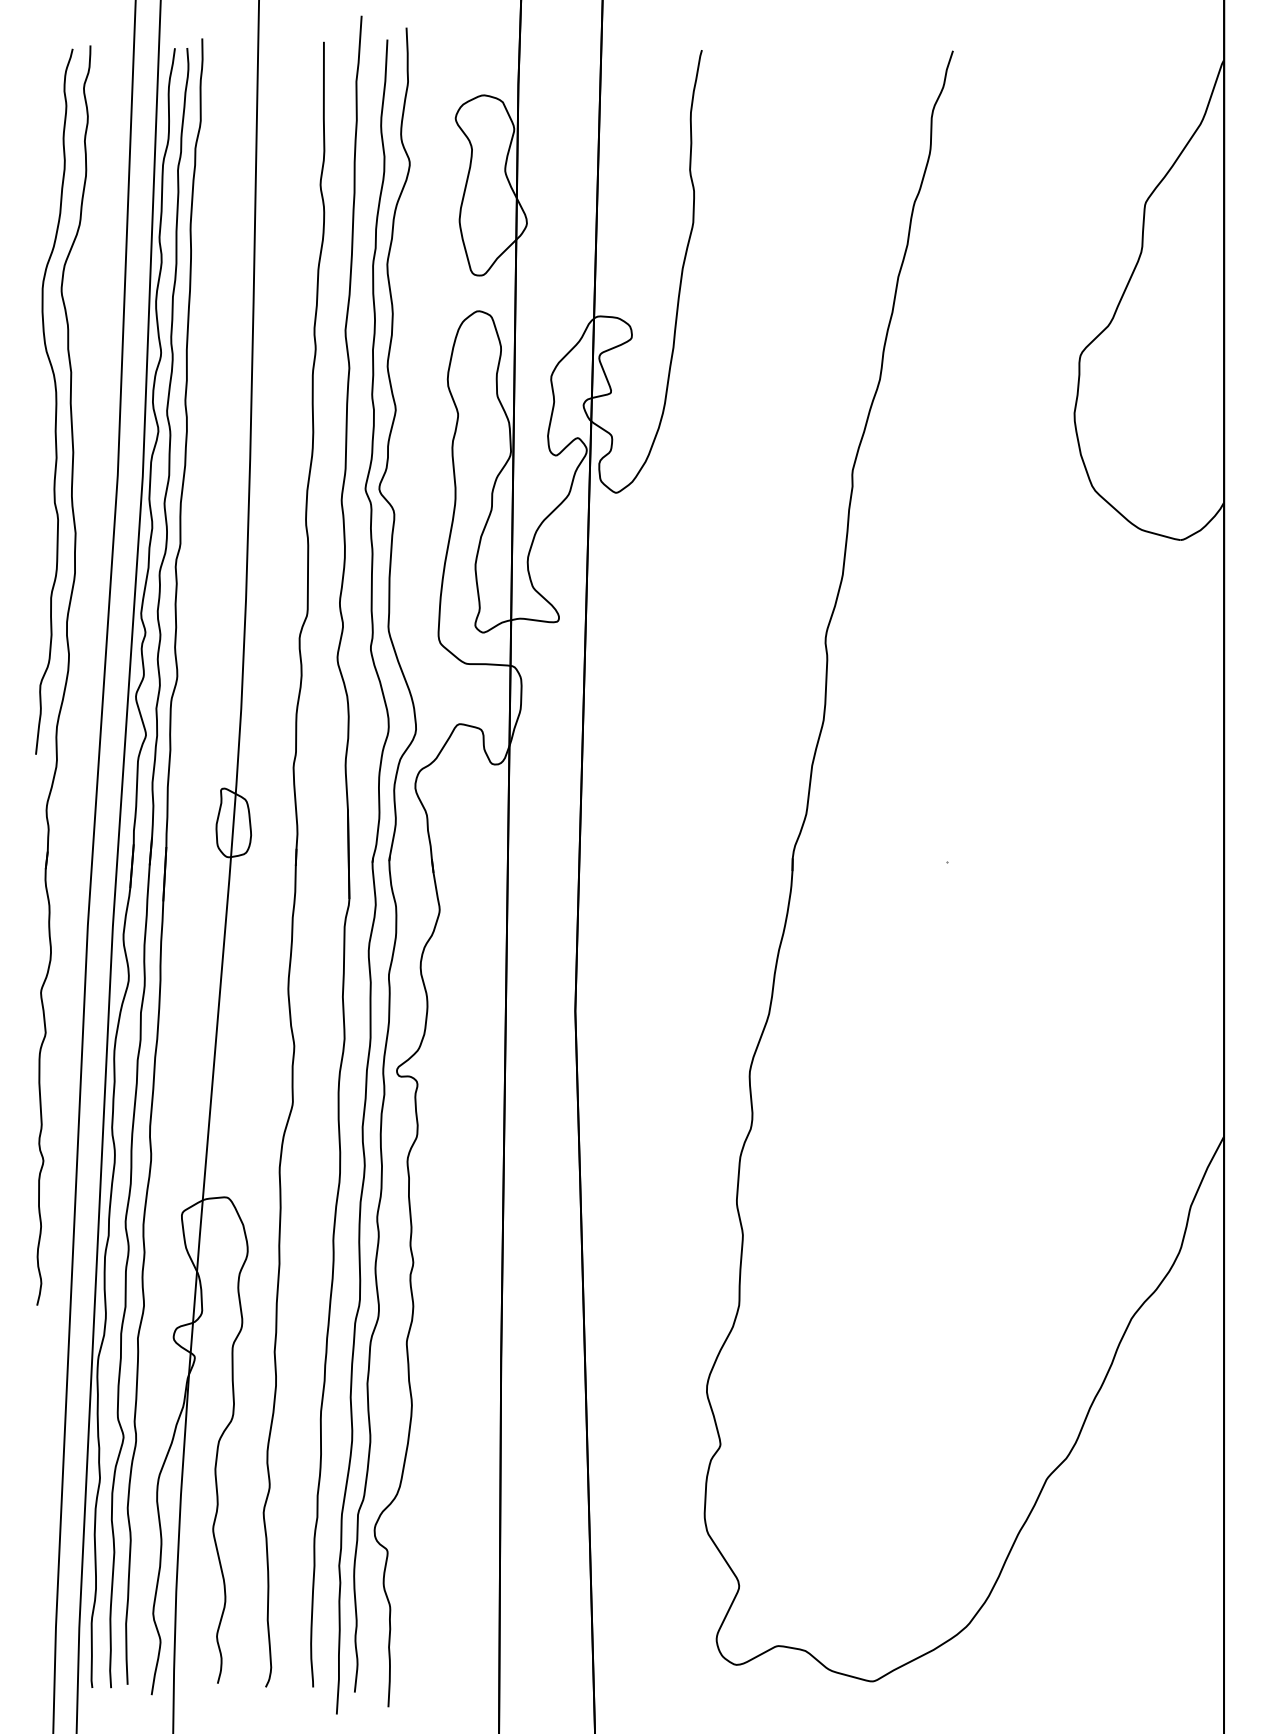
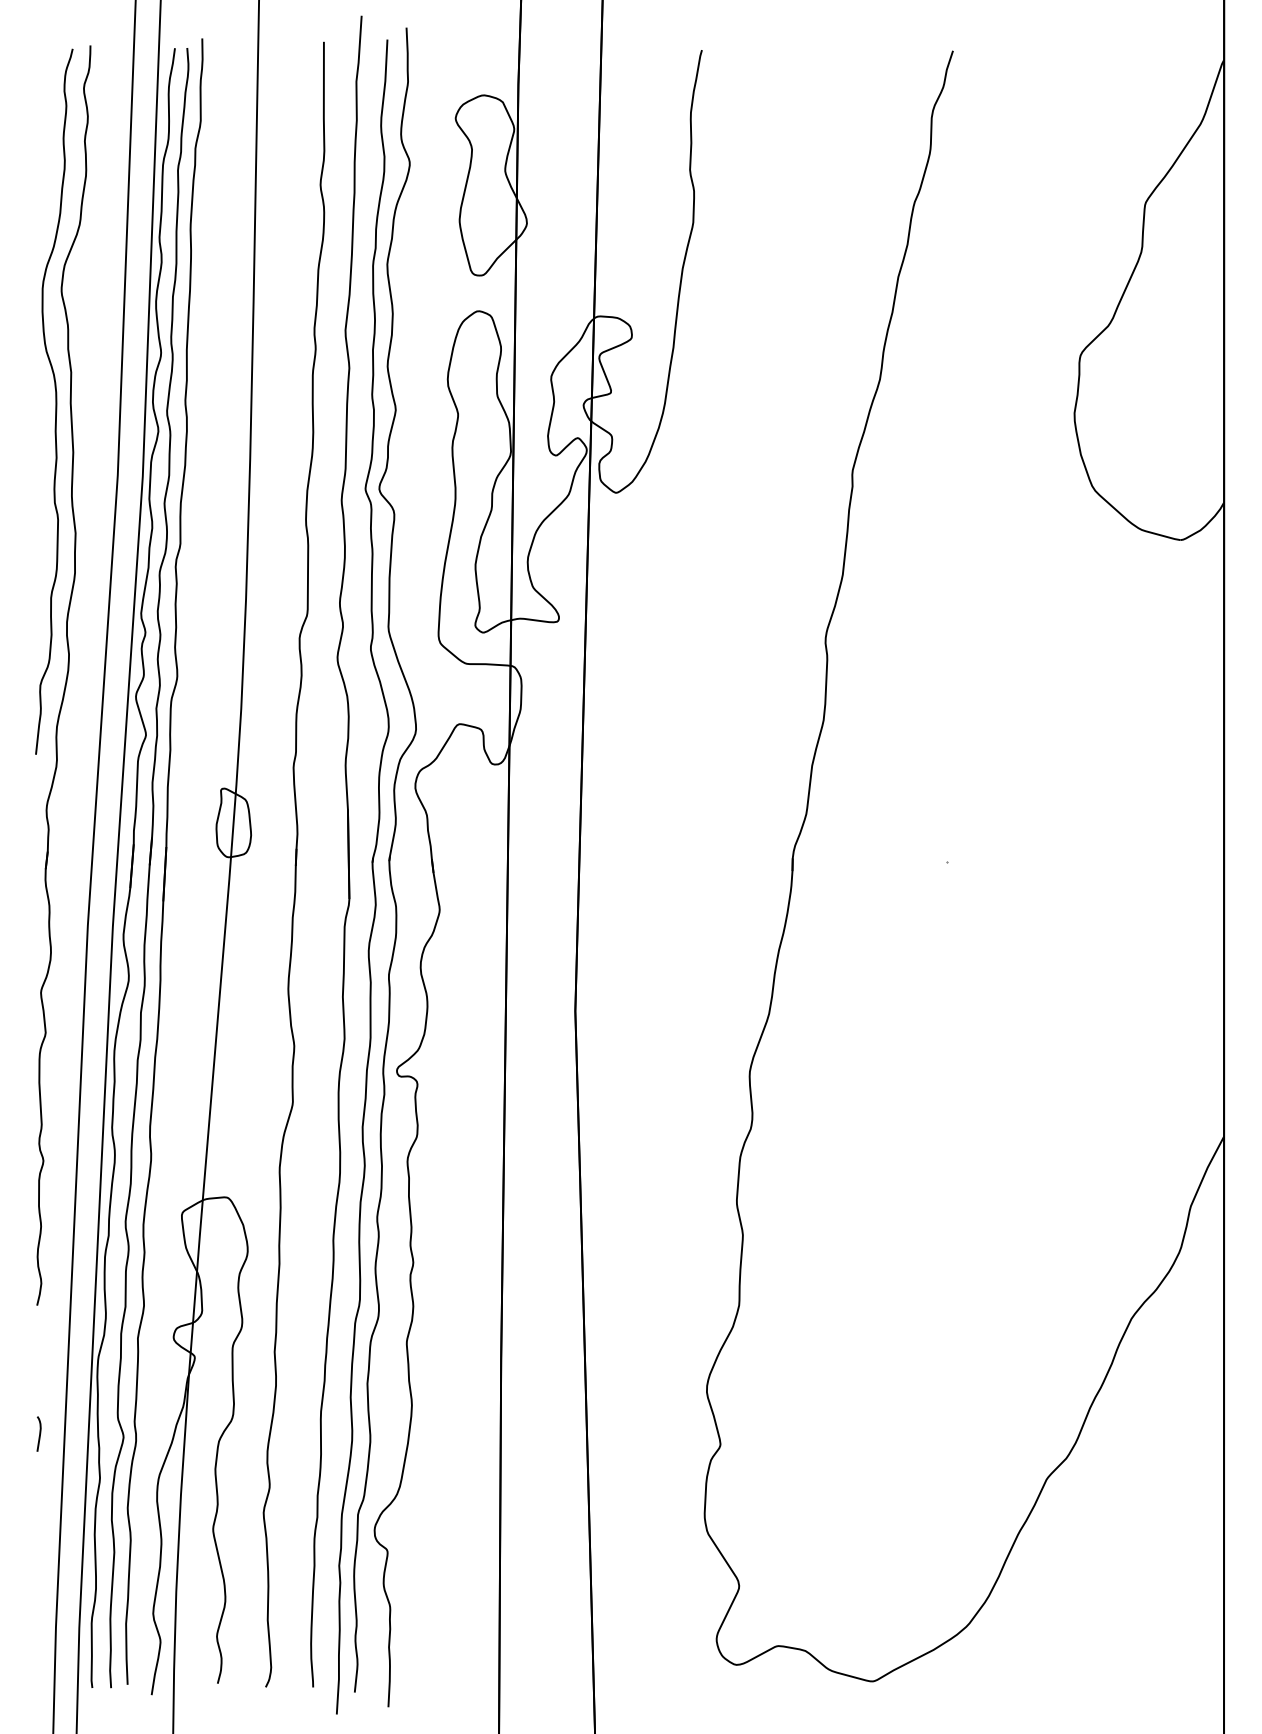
curve at (39, 1433): none -> present
